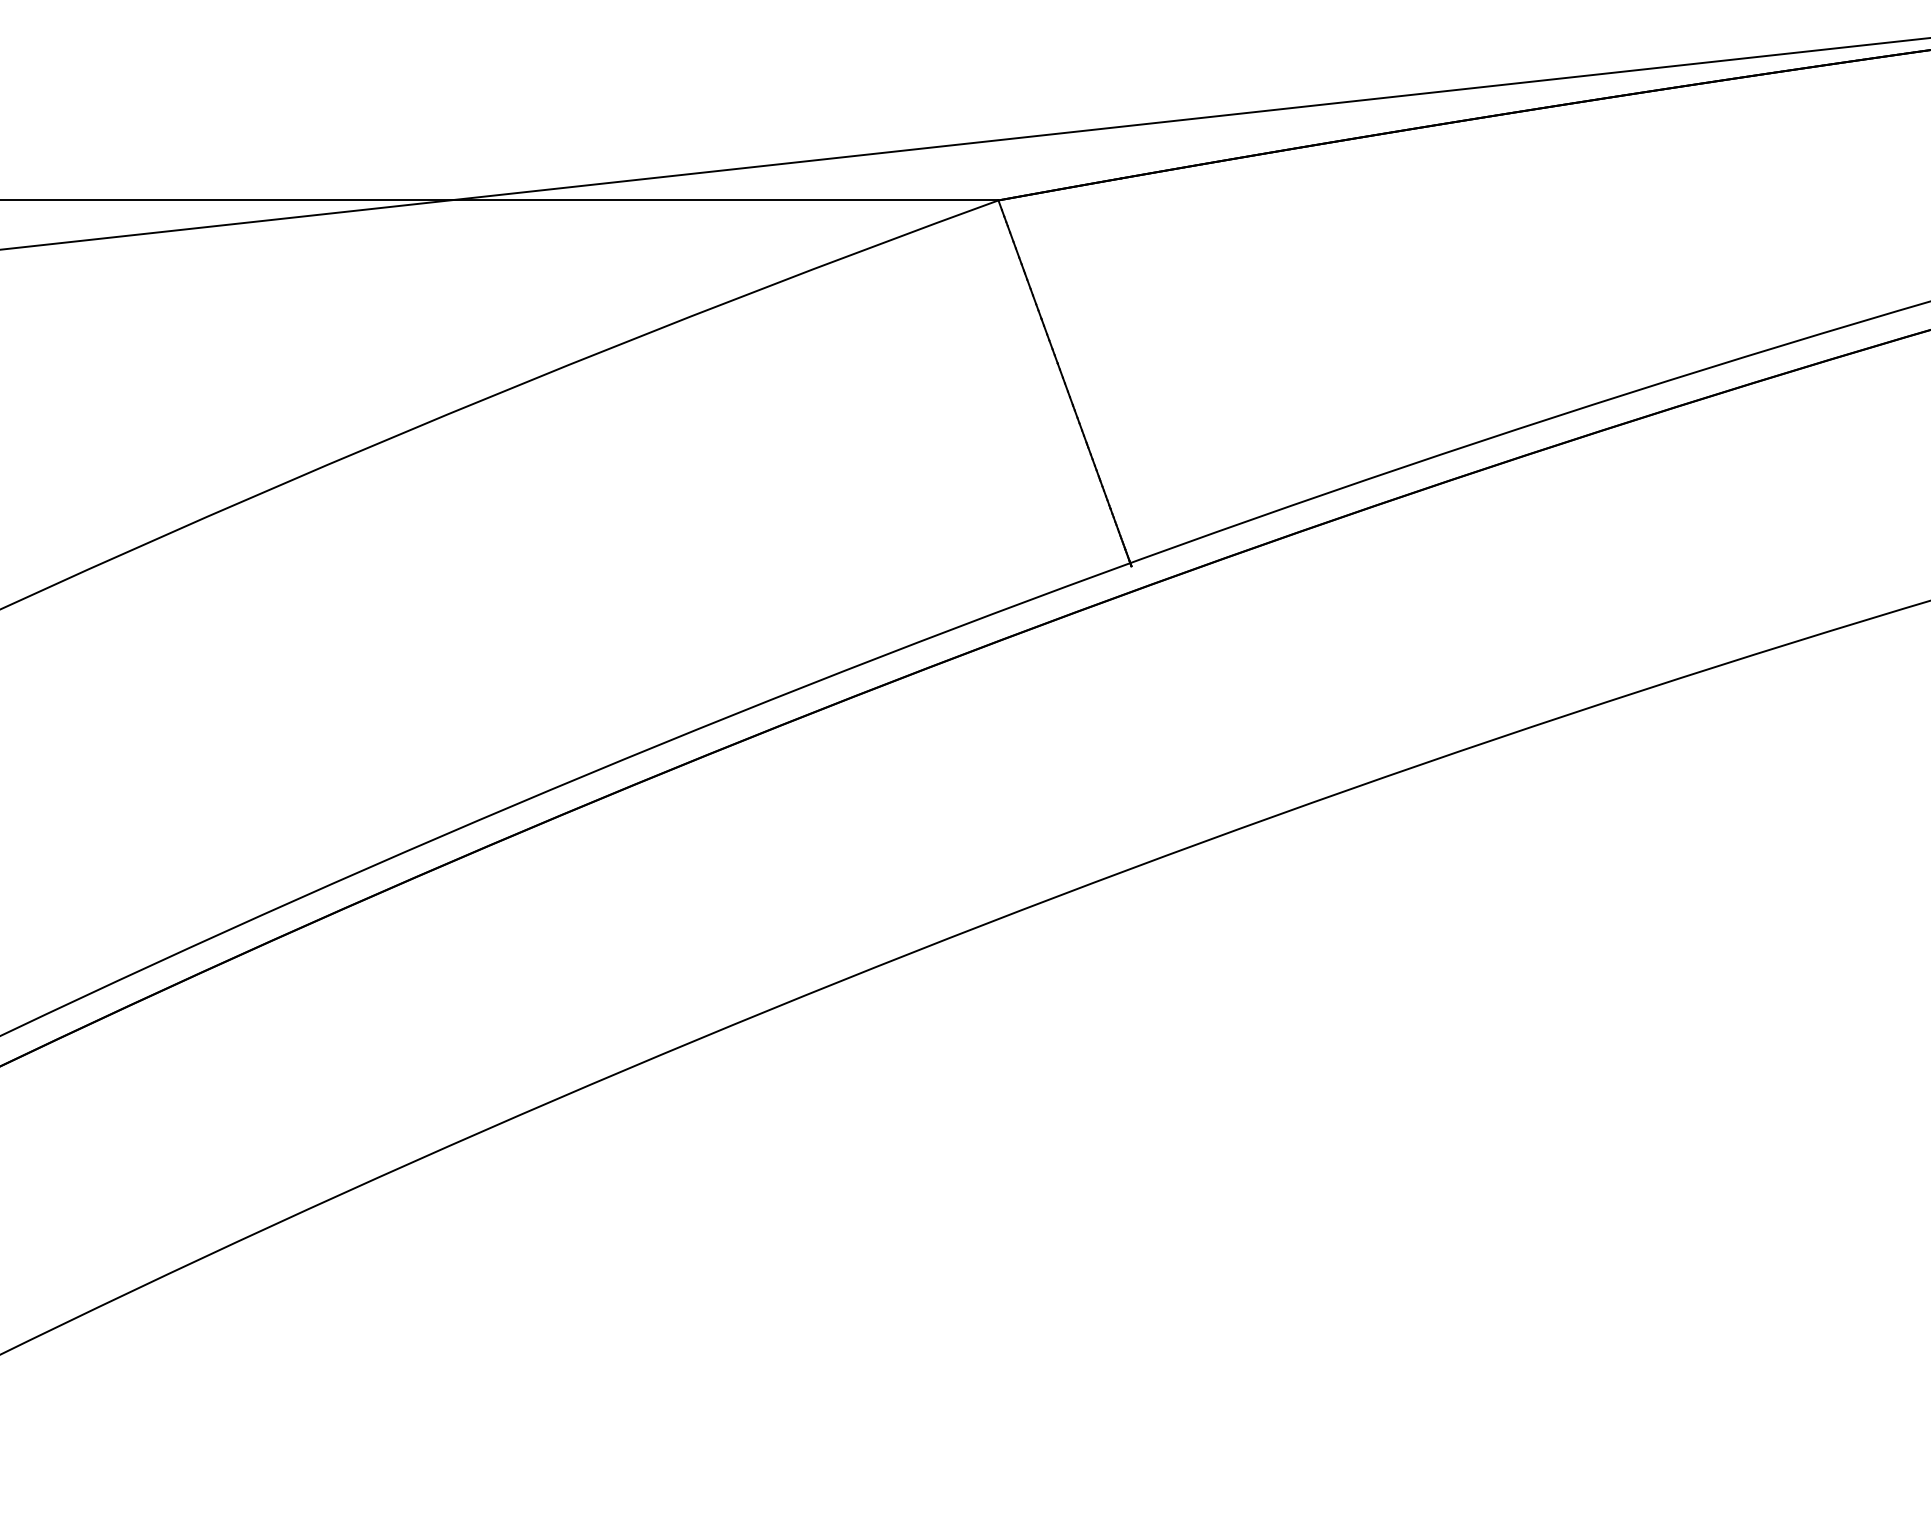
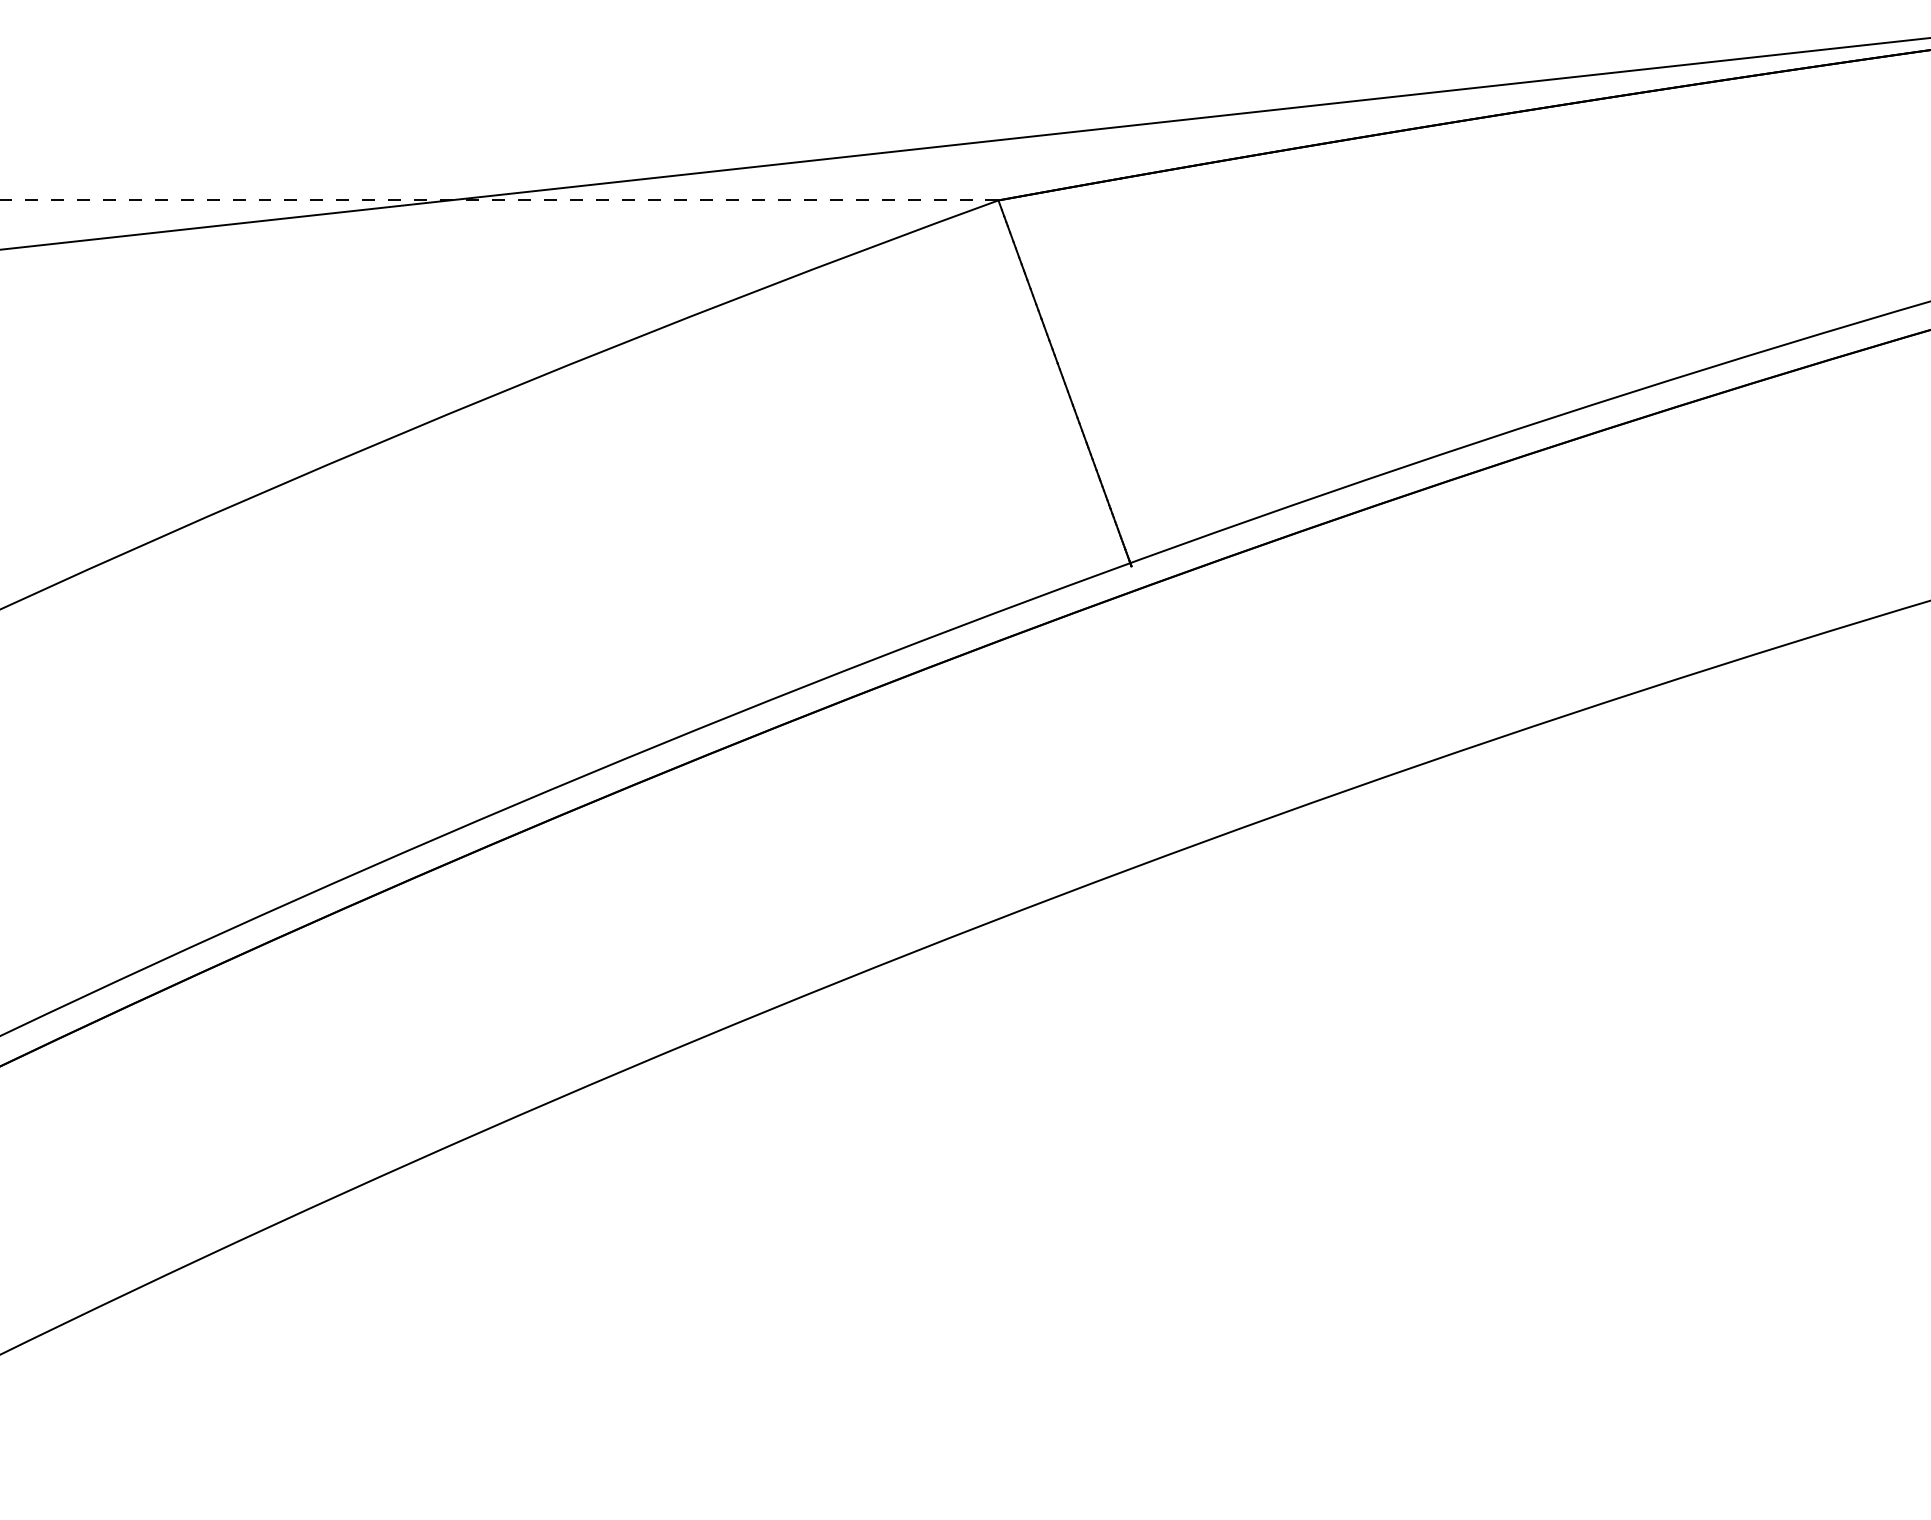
line at (498, 200): solid -> dashed
